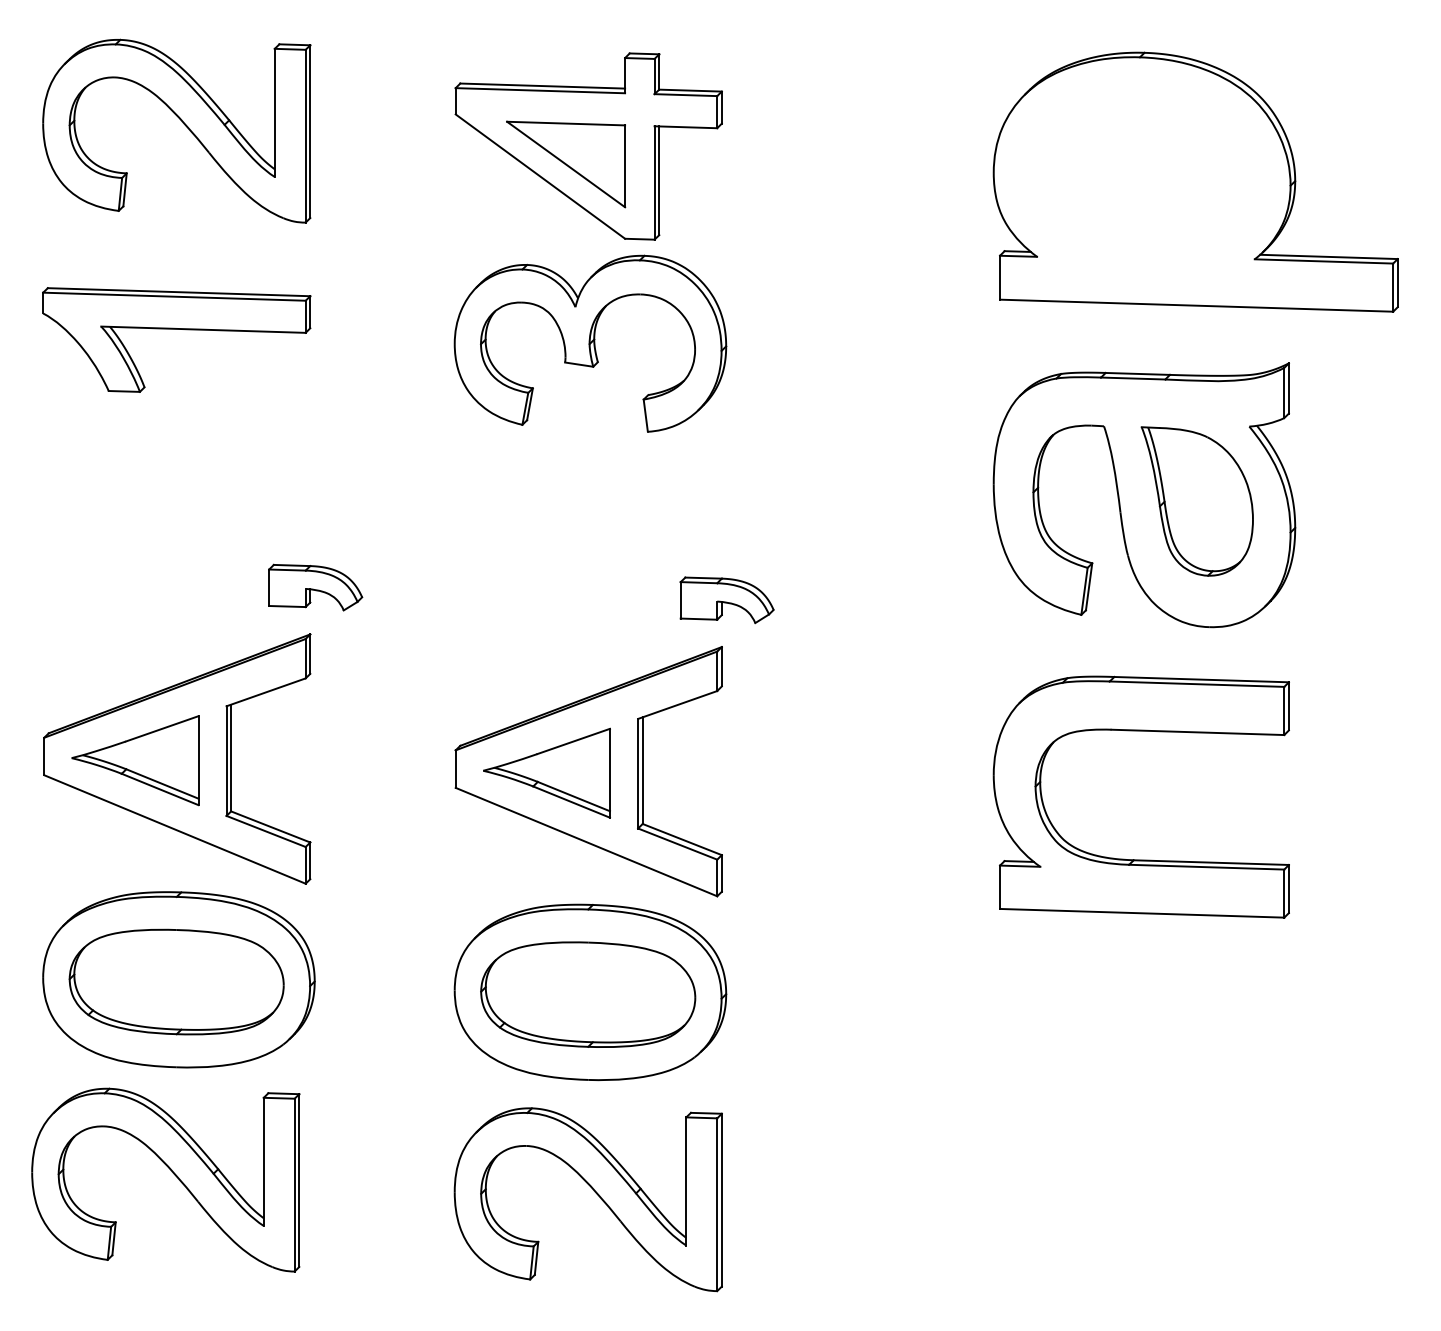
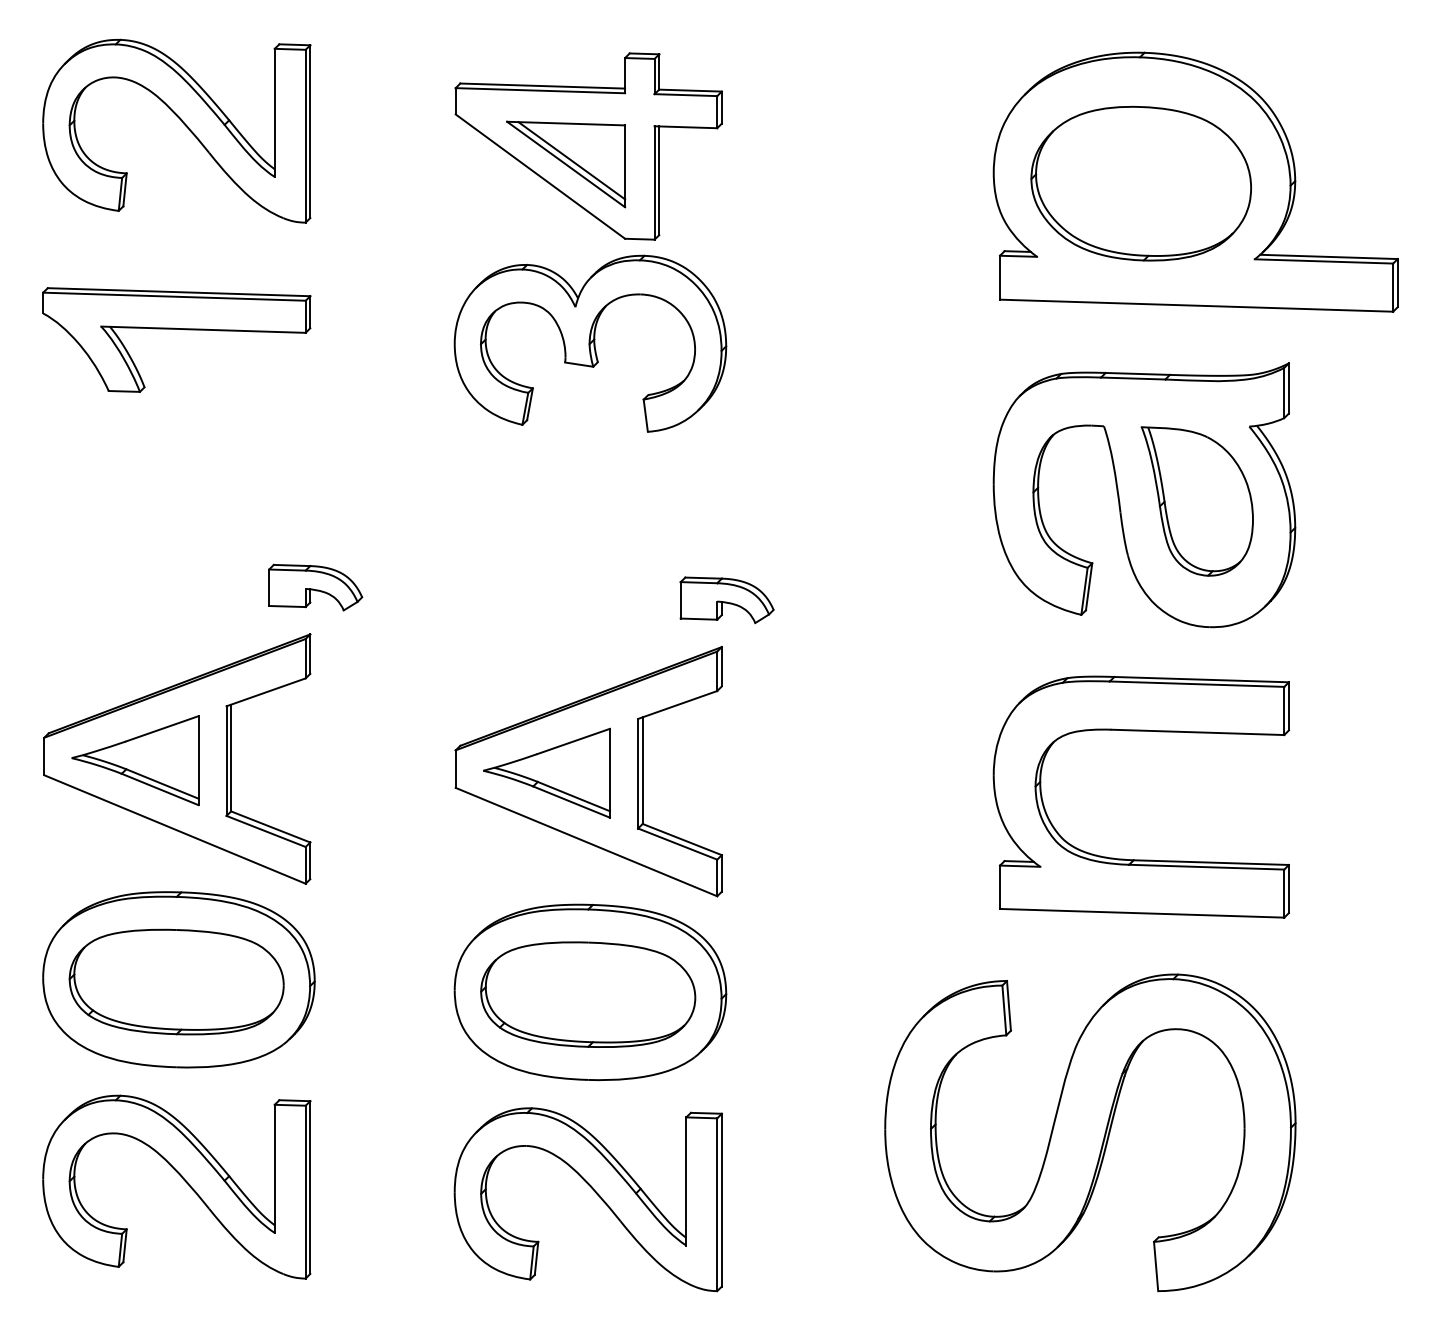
line at (571, 160): none -> present
part at (1140, 183): none -> present
part at (1090, 1132): none -> present
part at (172, 1173) position: (172, 1173) -> (183, 1180)
